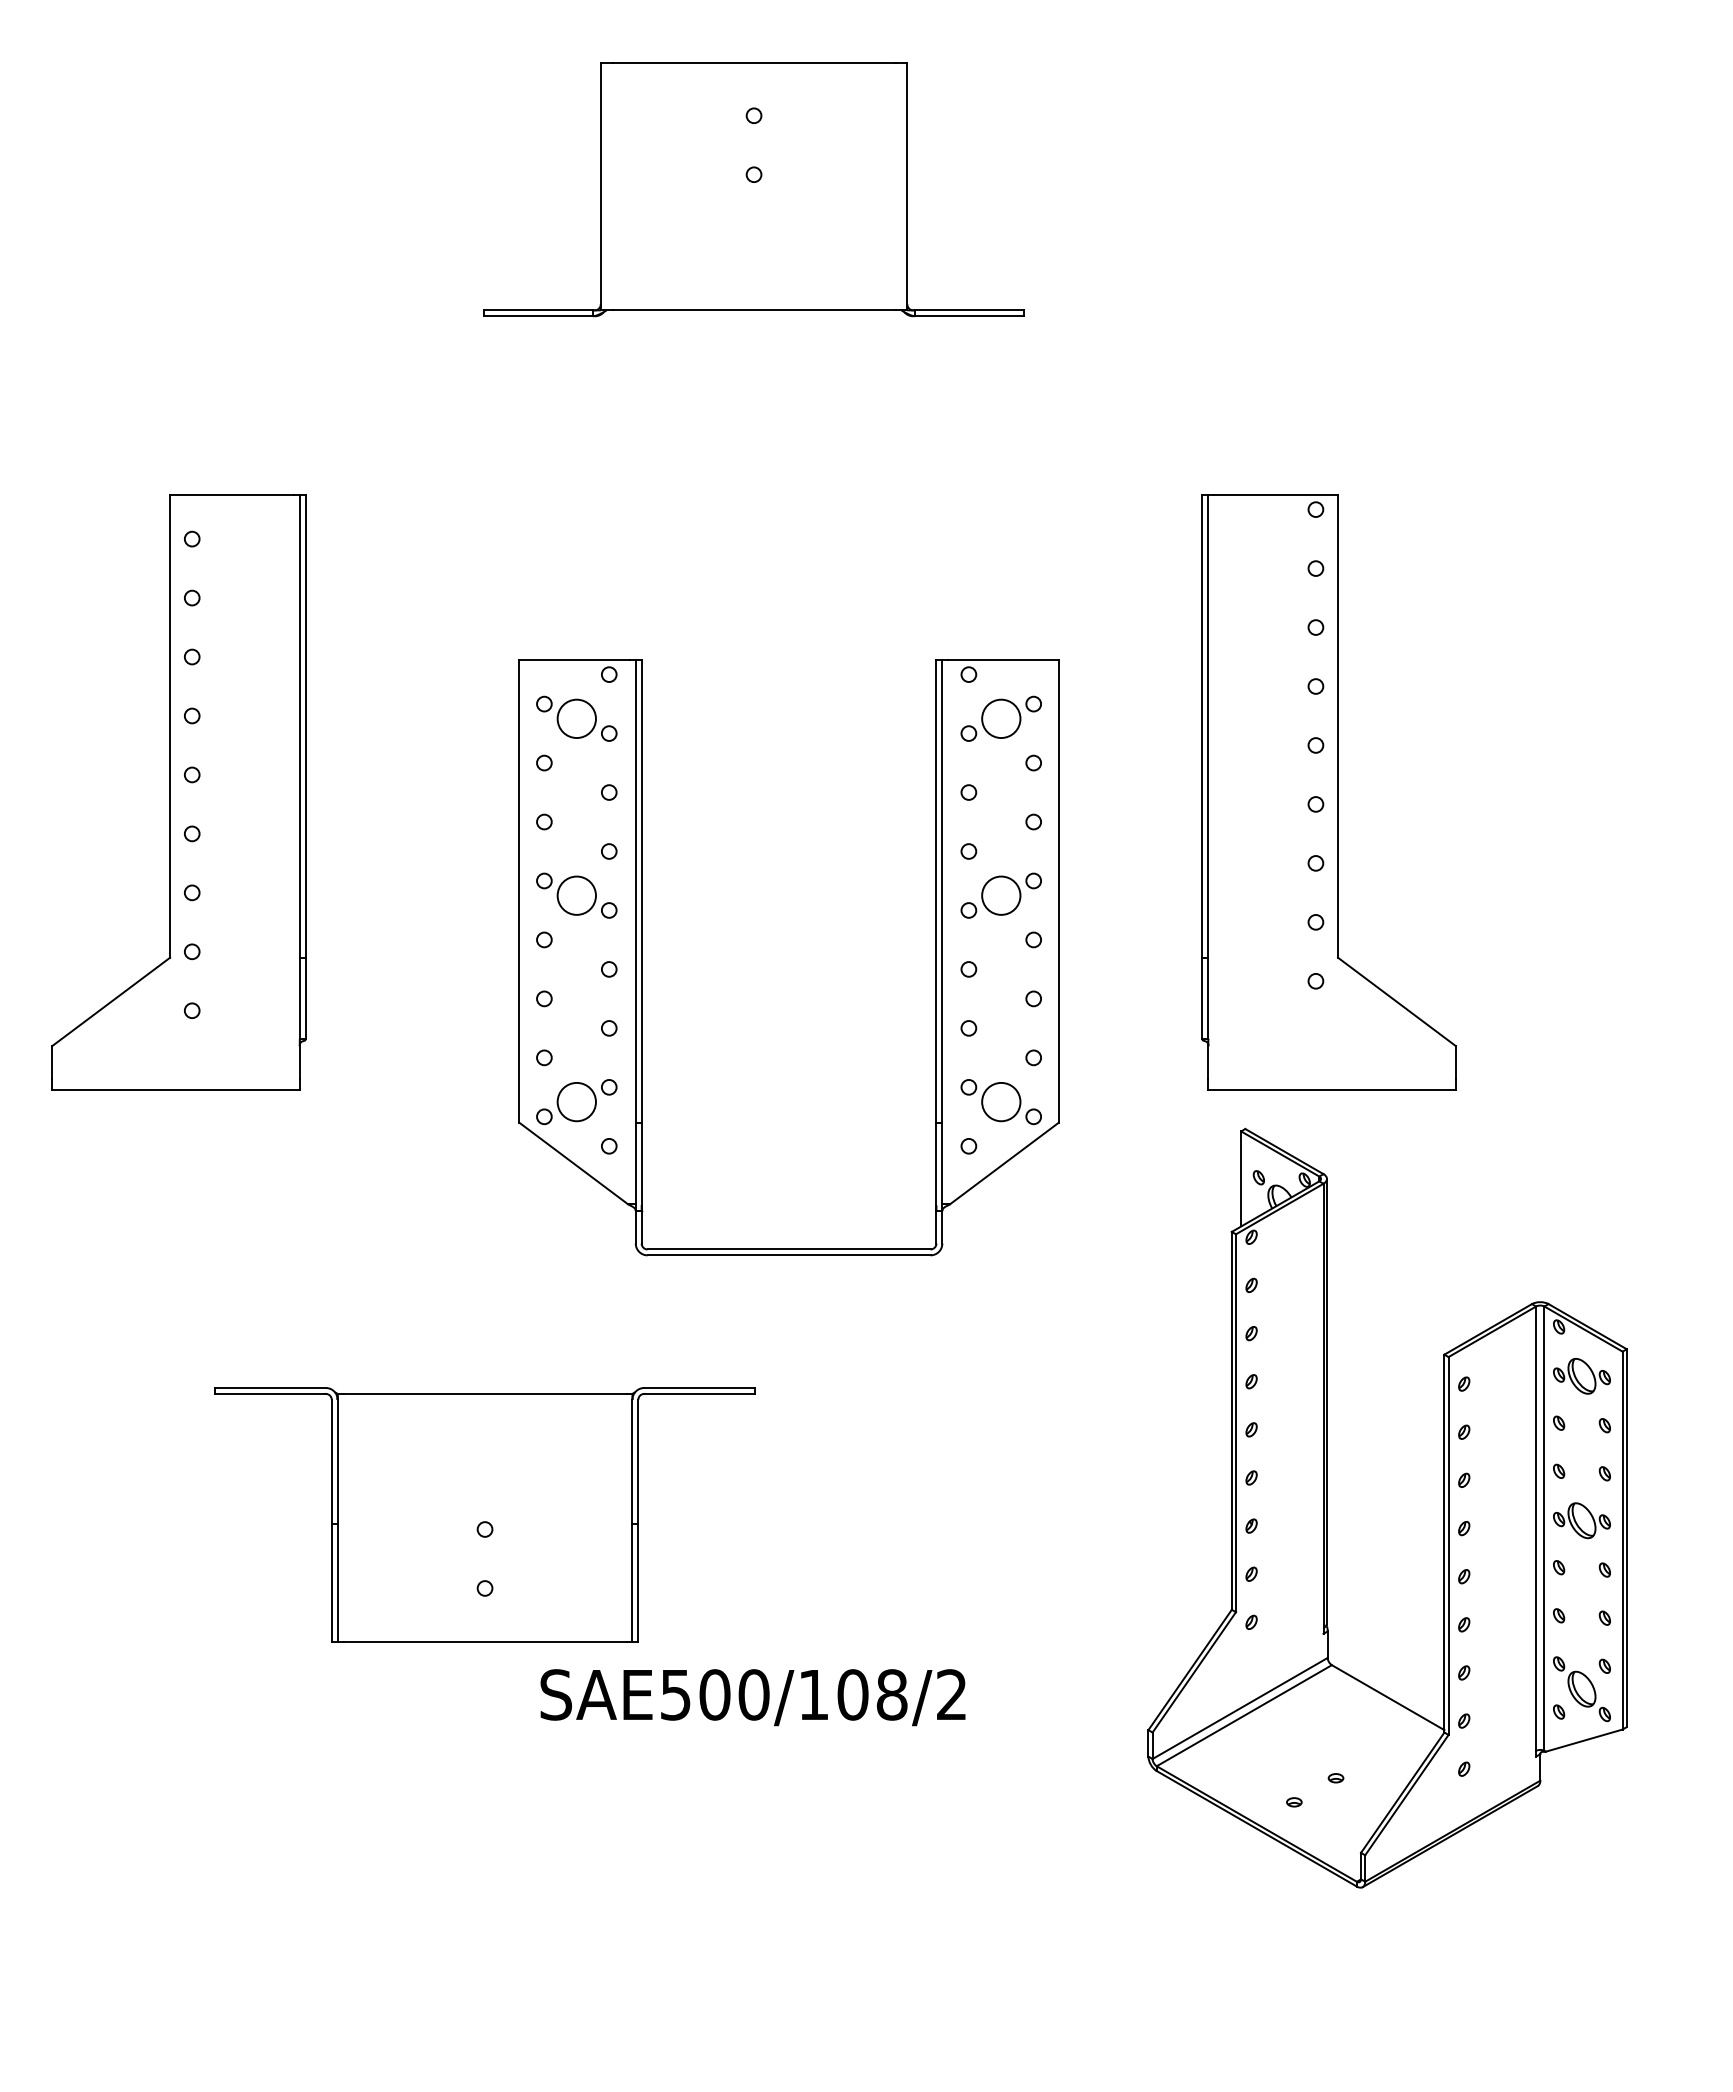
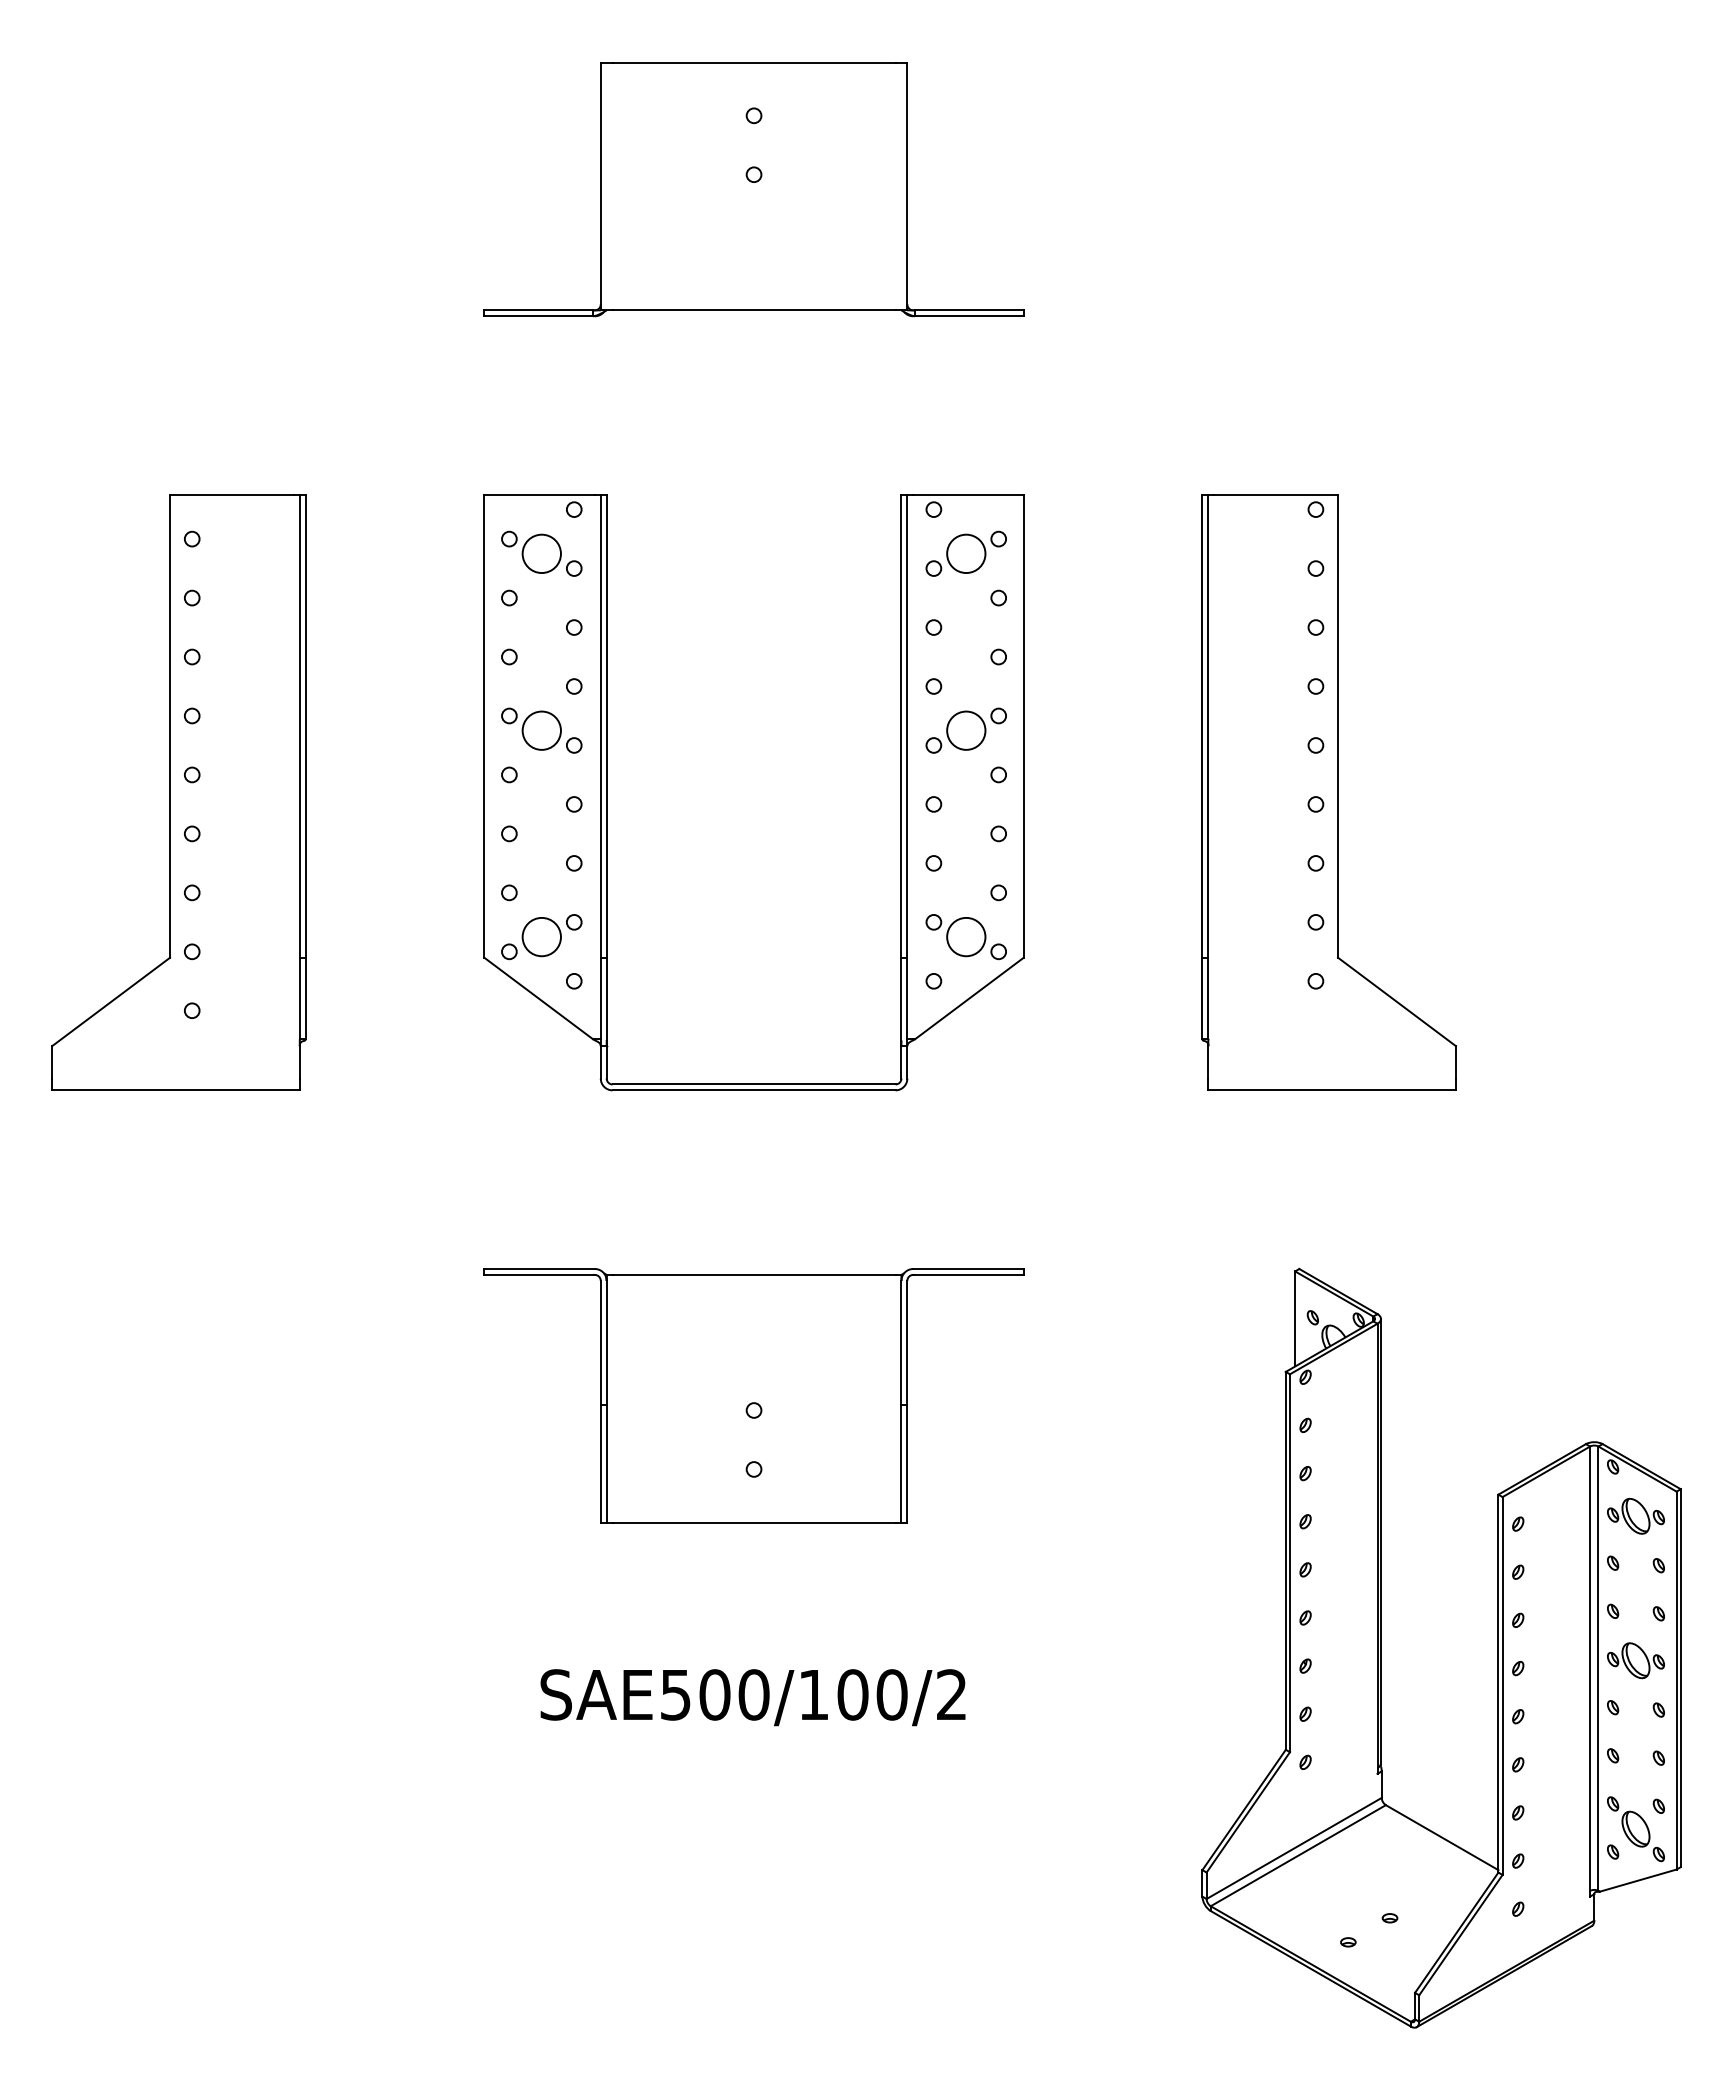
part at (642, 957) position: (642, 957) -> (607, 792)
part at (1443, 1507) position: (1443, 1507) -> (1497, 1647)
part at (484, 1514) position: (484, 1514) -> (753, 1395)
text at (891, 1694): SAE500/108/2 -> SAE500/100/2
